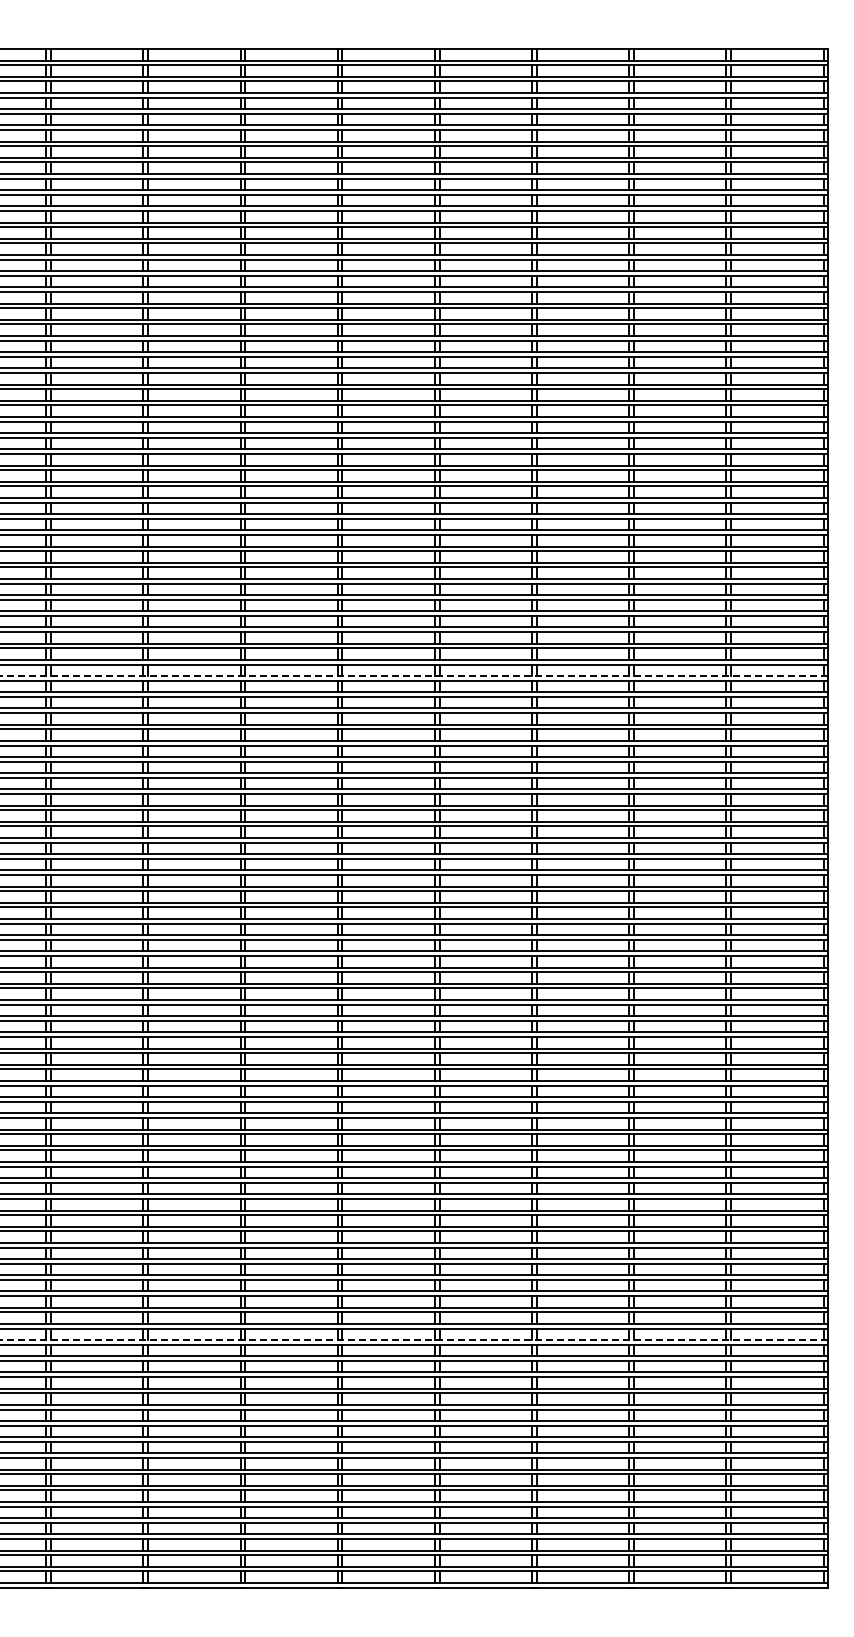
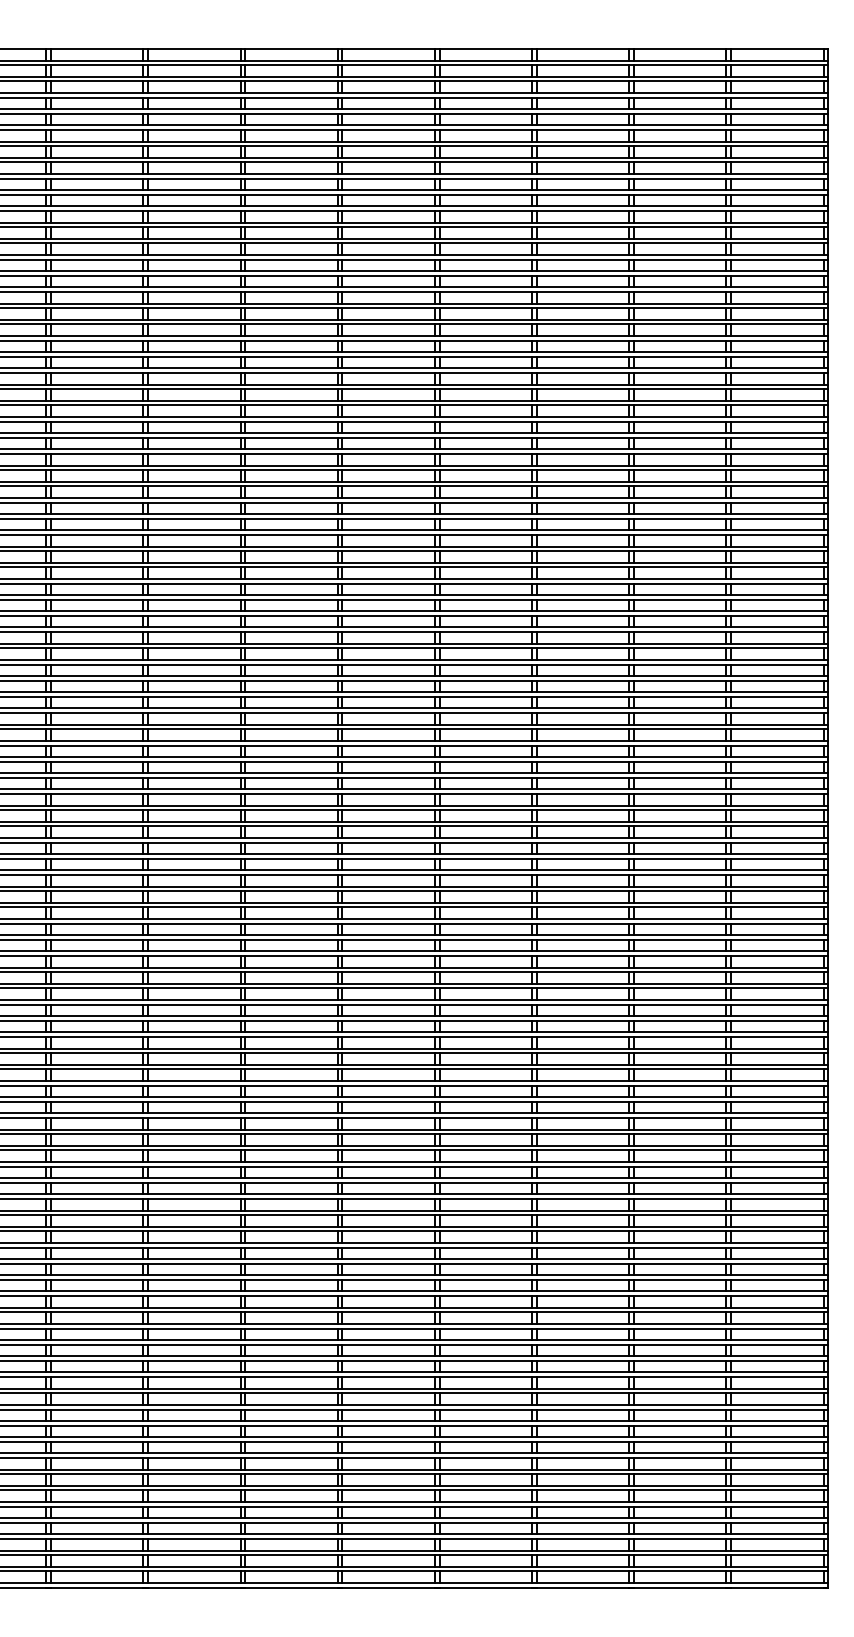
line at (414, 676): dashed -> solid
line at (414, 1340): dashed -> solid
